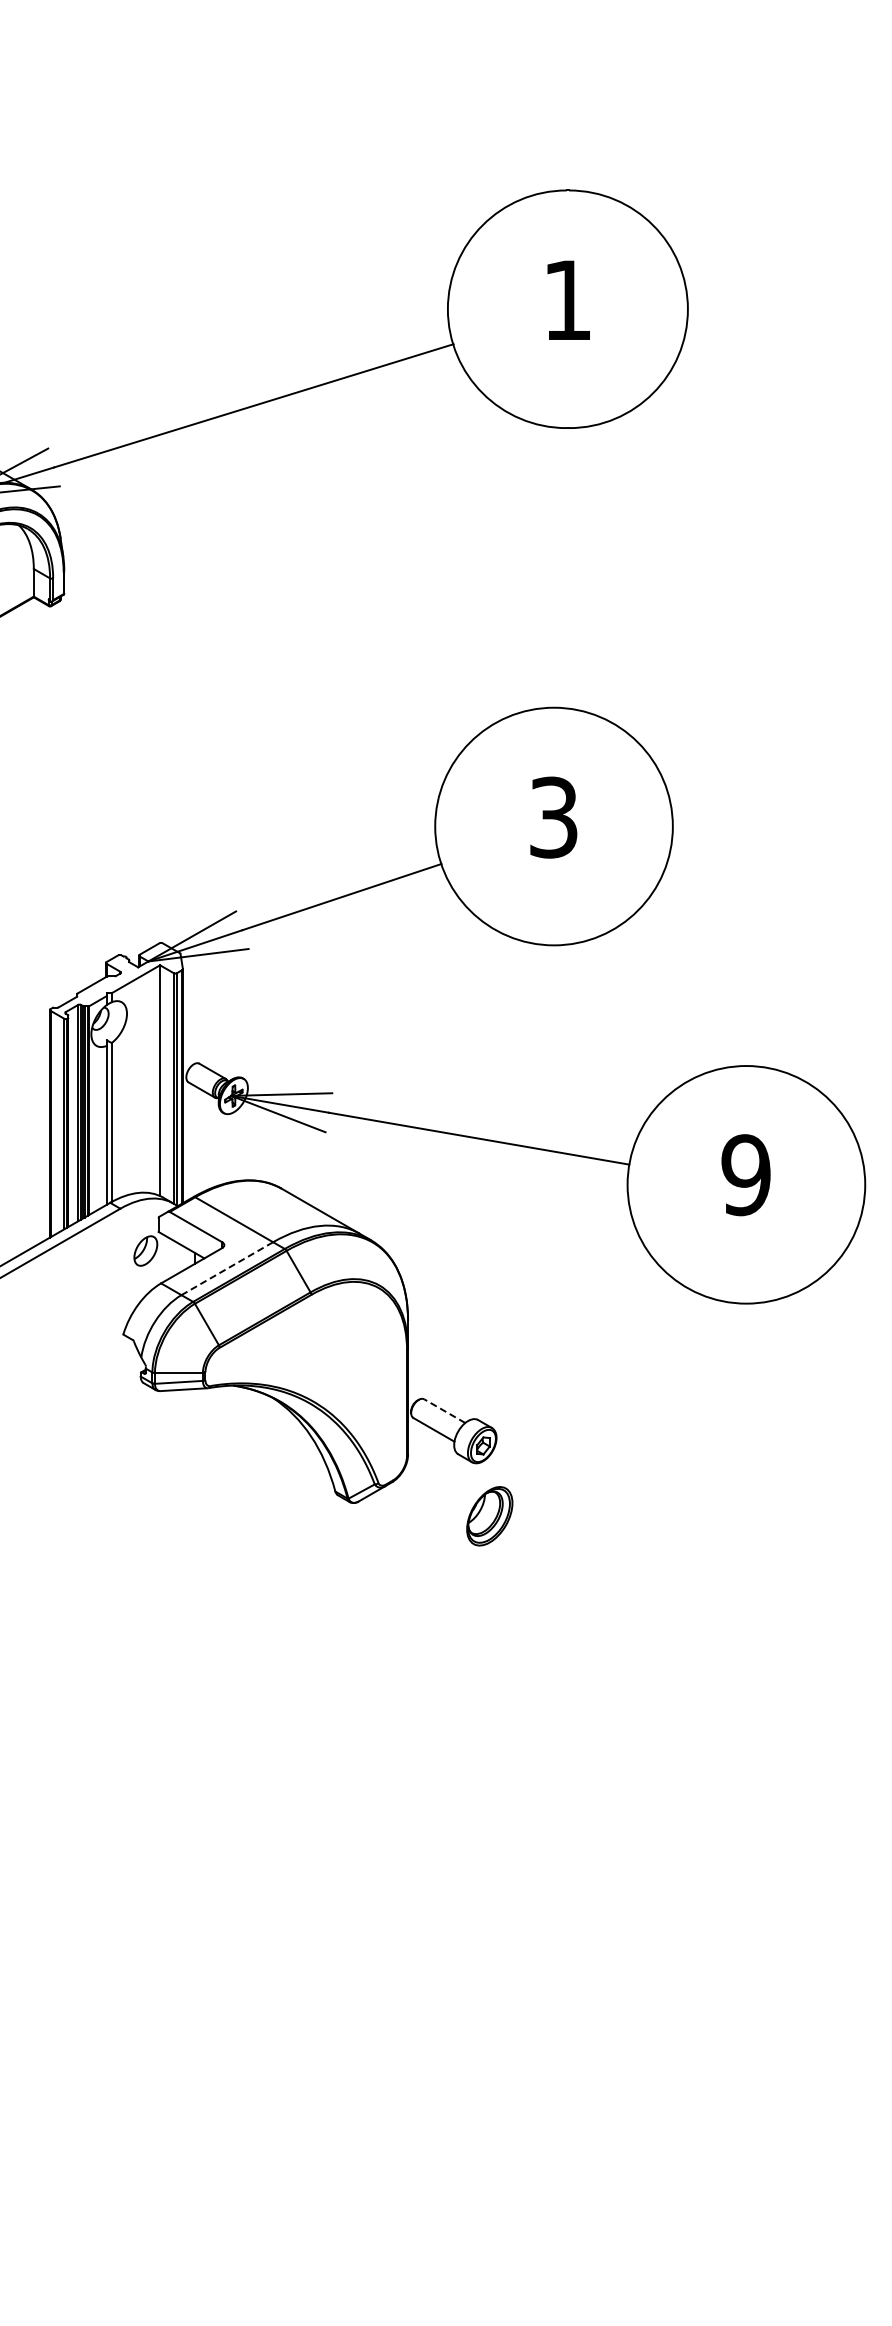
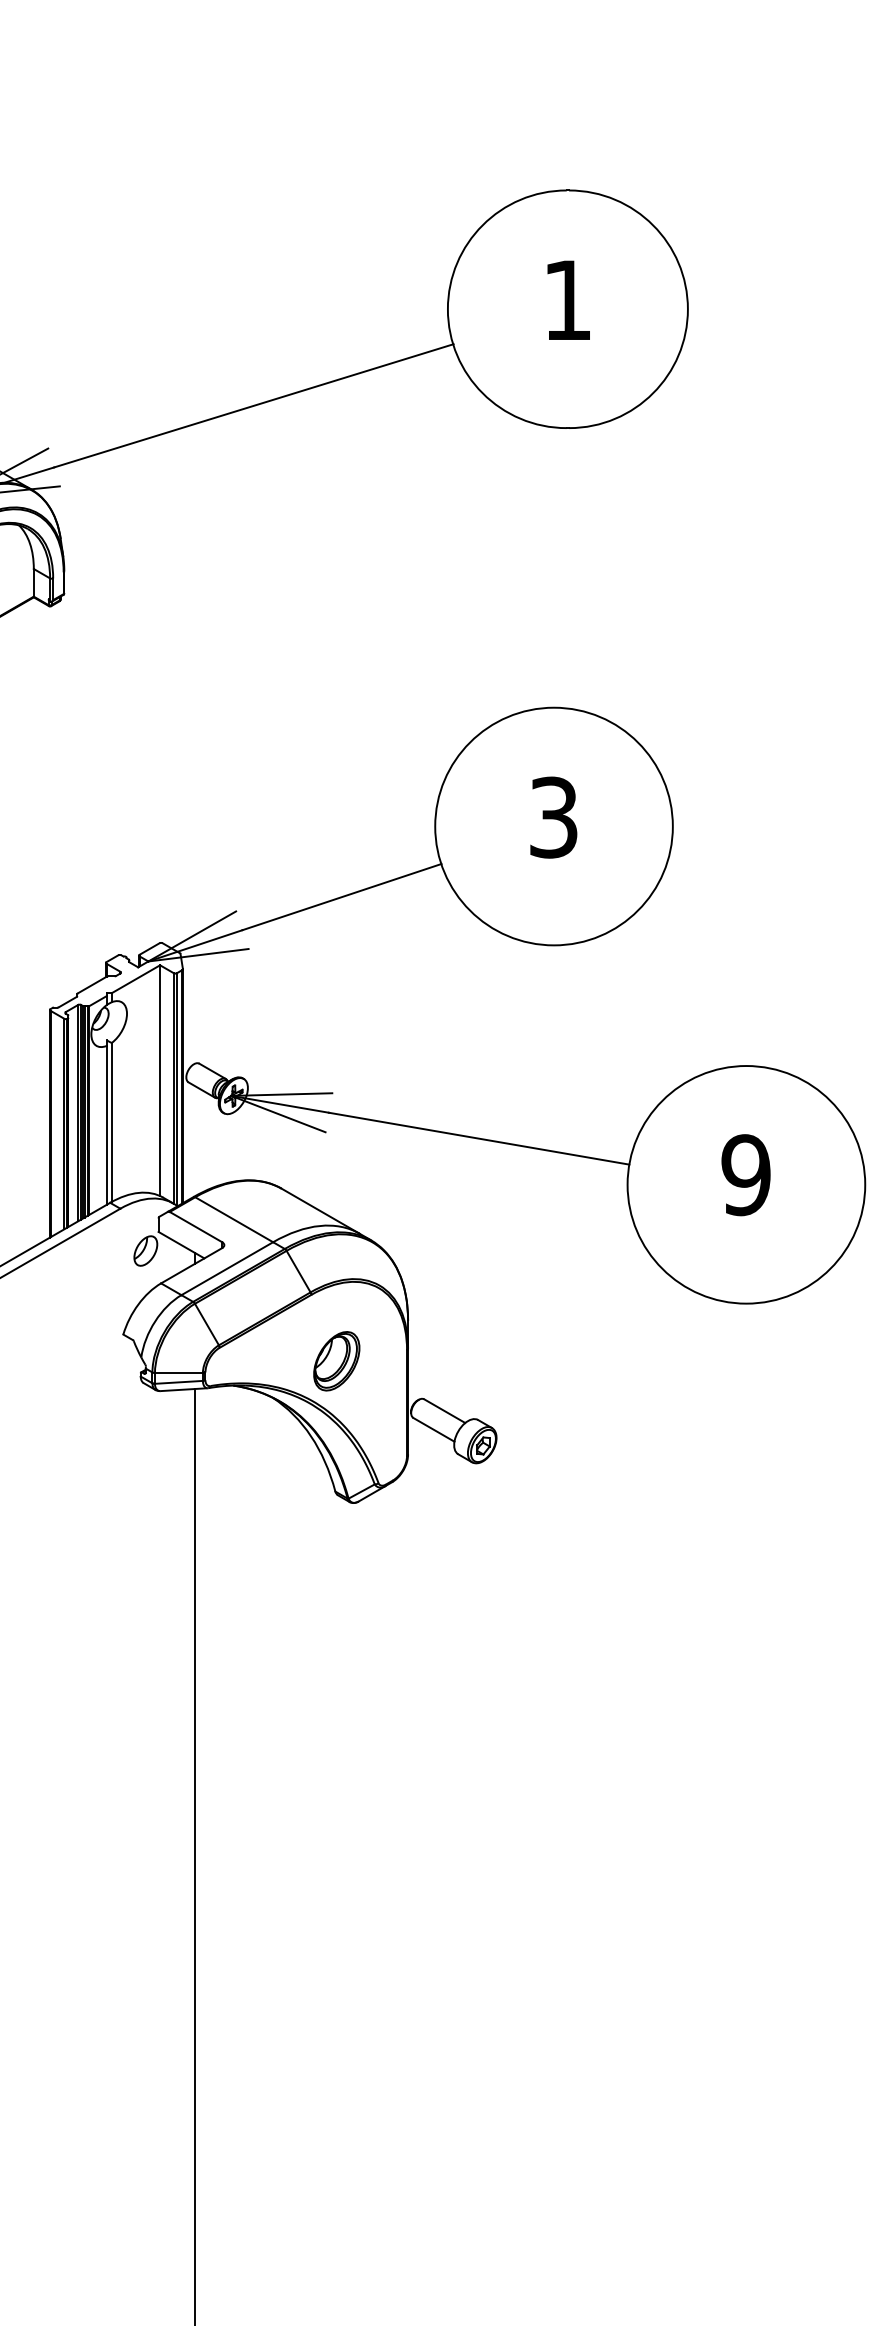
line at (227, 1268): dashed -> solid
line at (444, 1411): dashed -> solid
part at (489, 1516) position: (489, 1516) -> (336, 1361)
line at (195, 1855): none -> present
